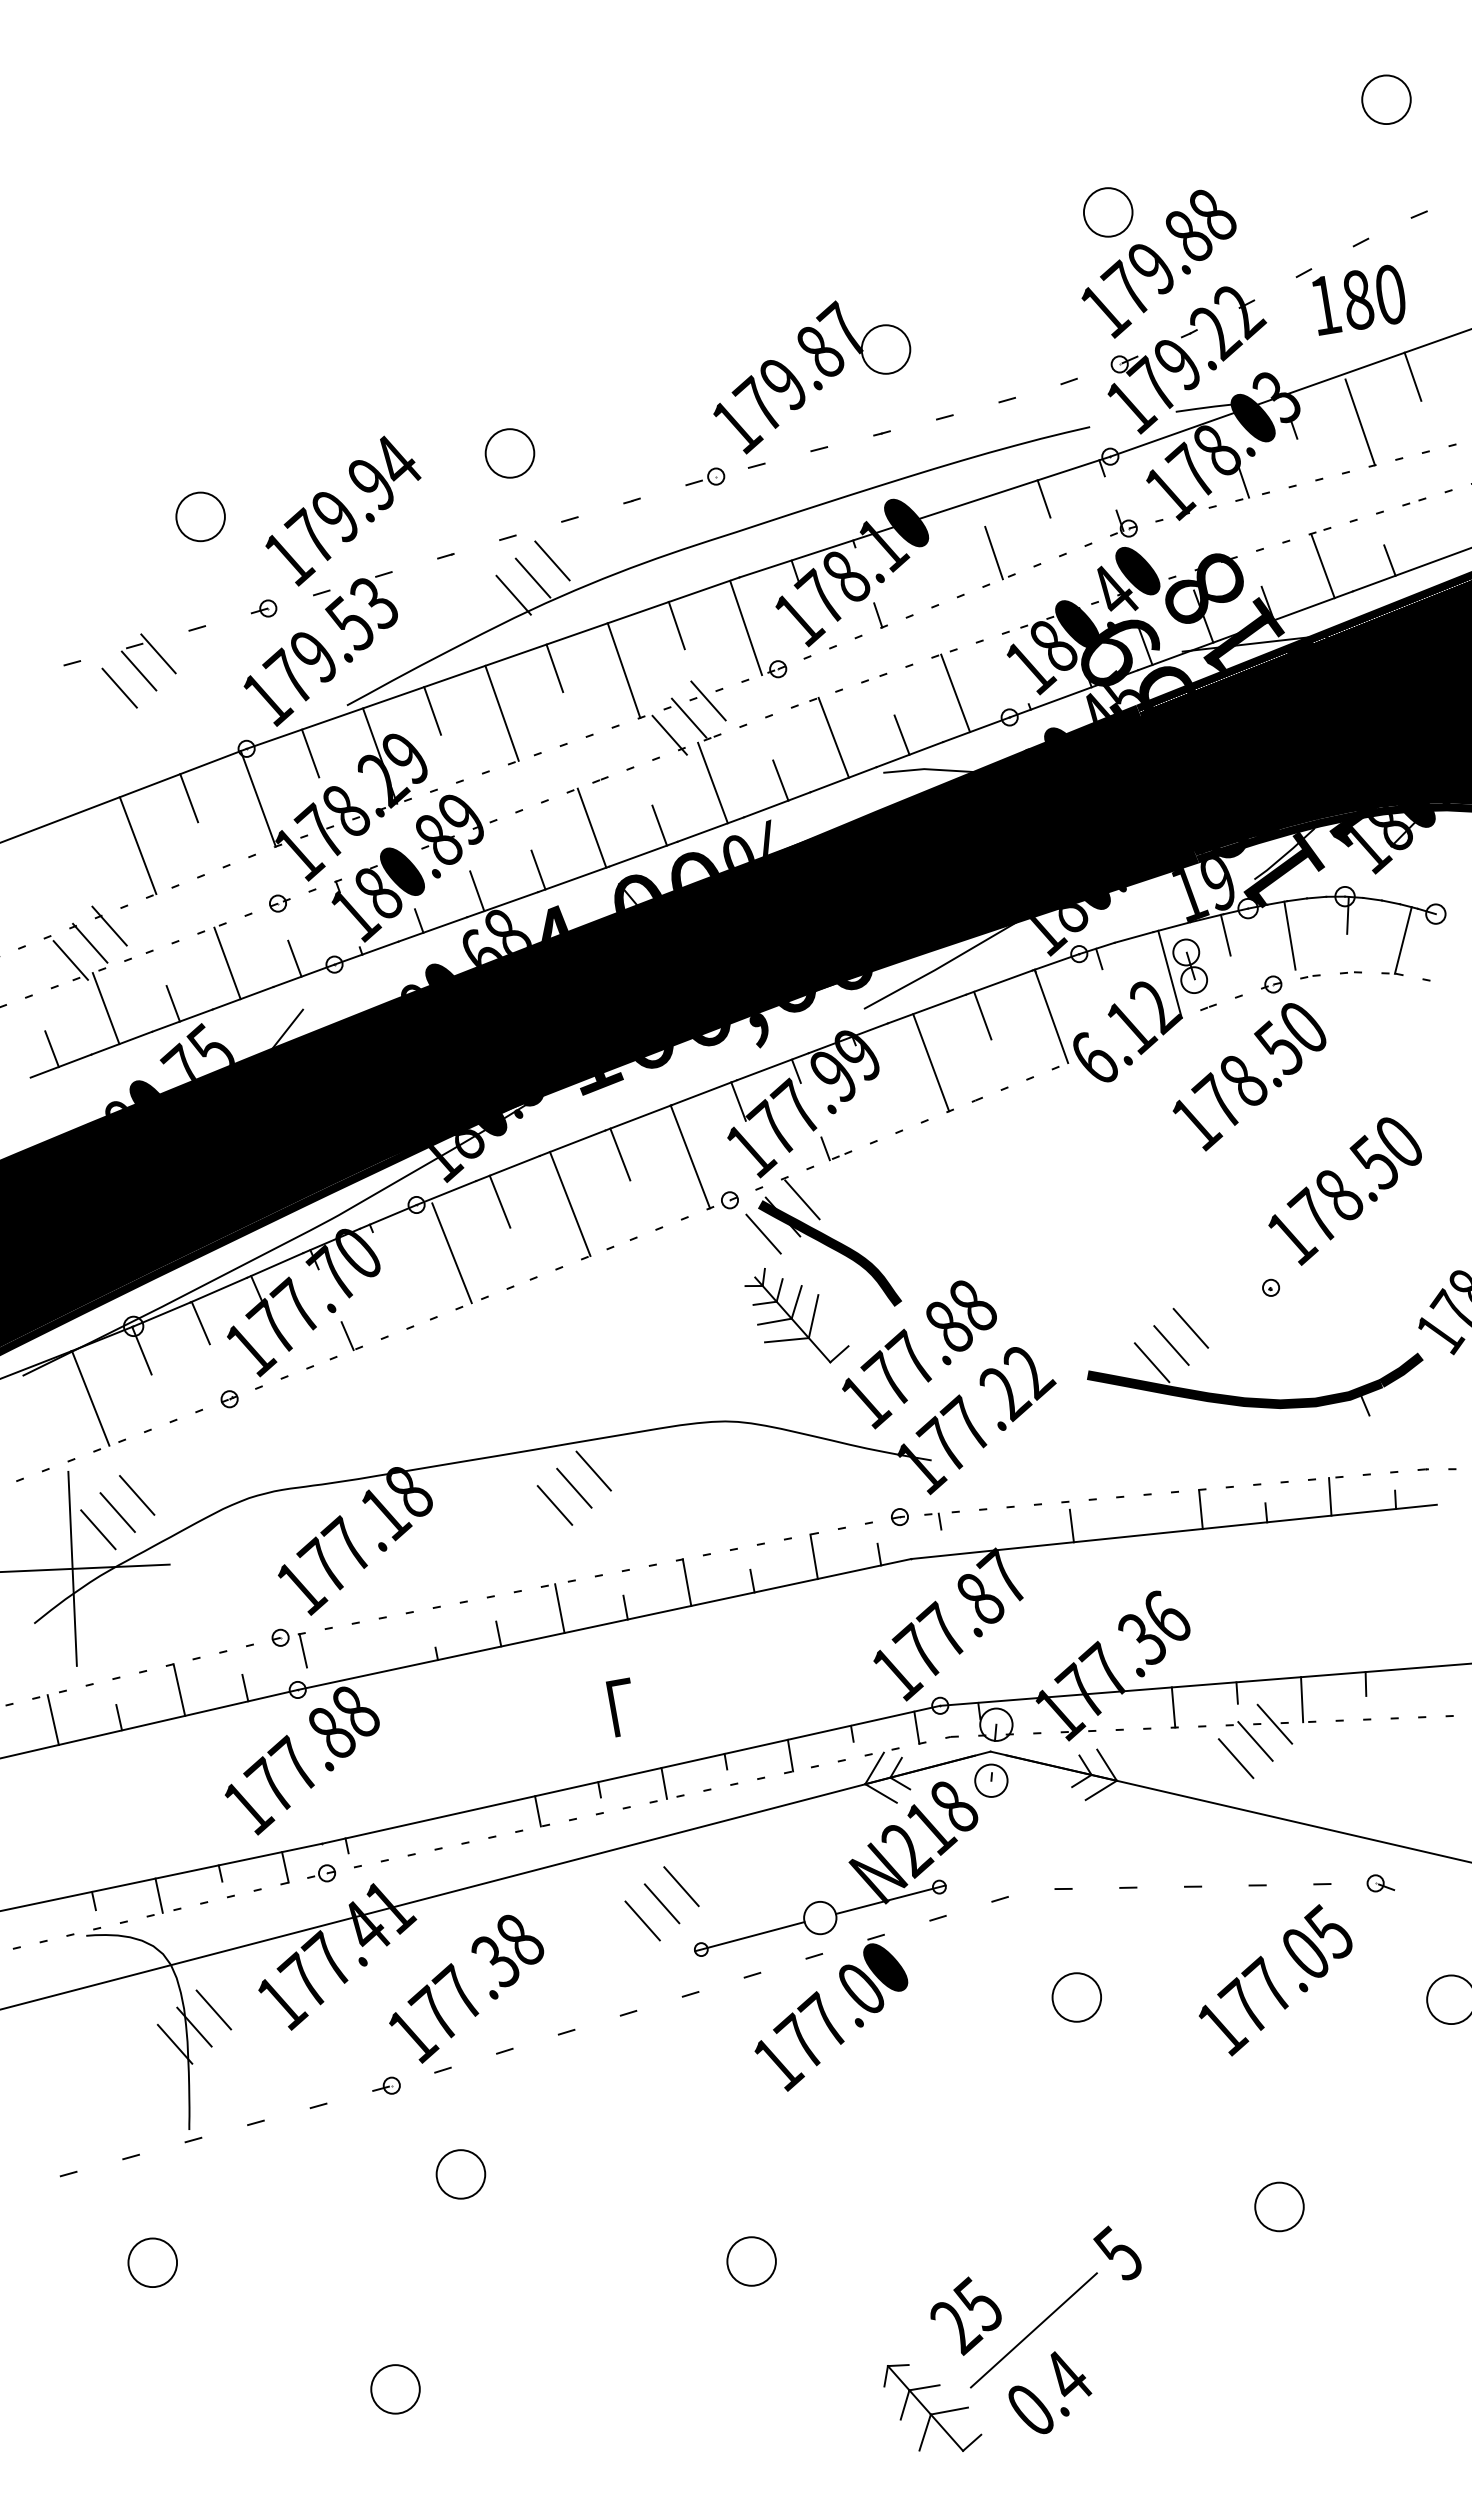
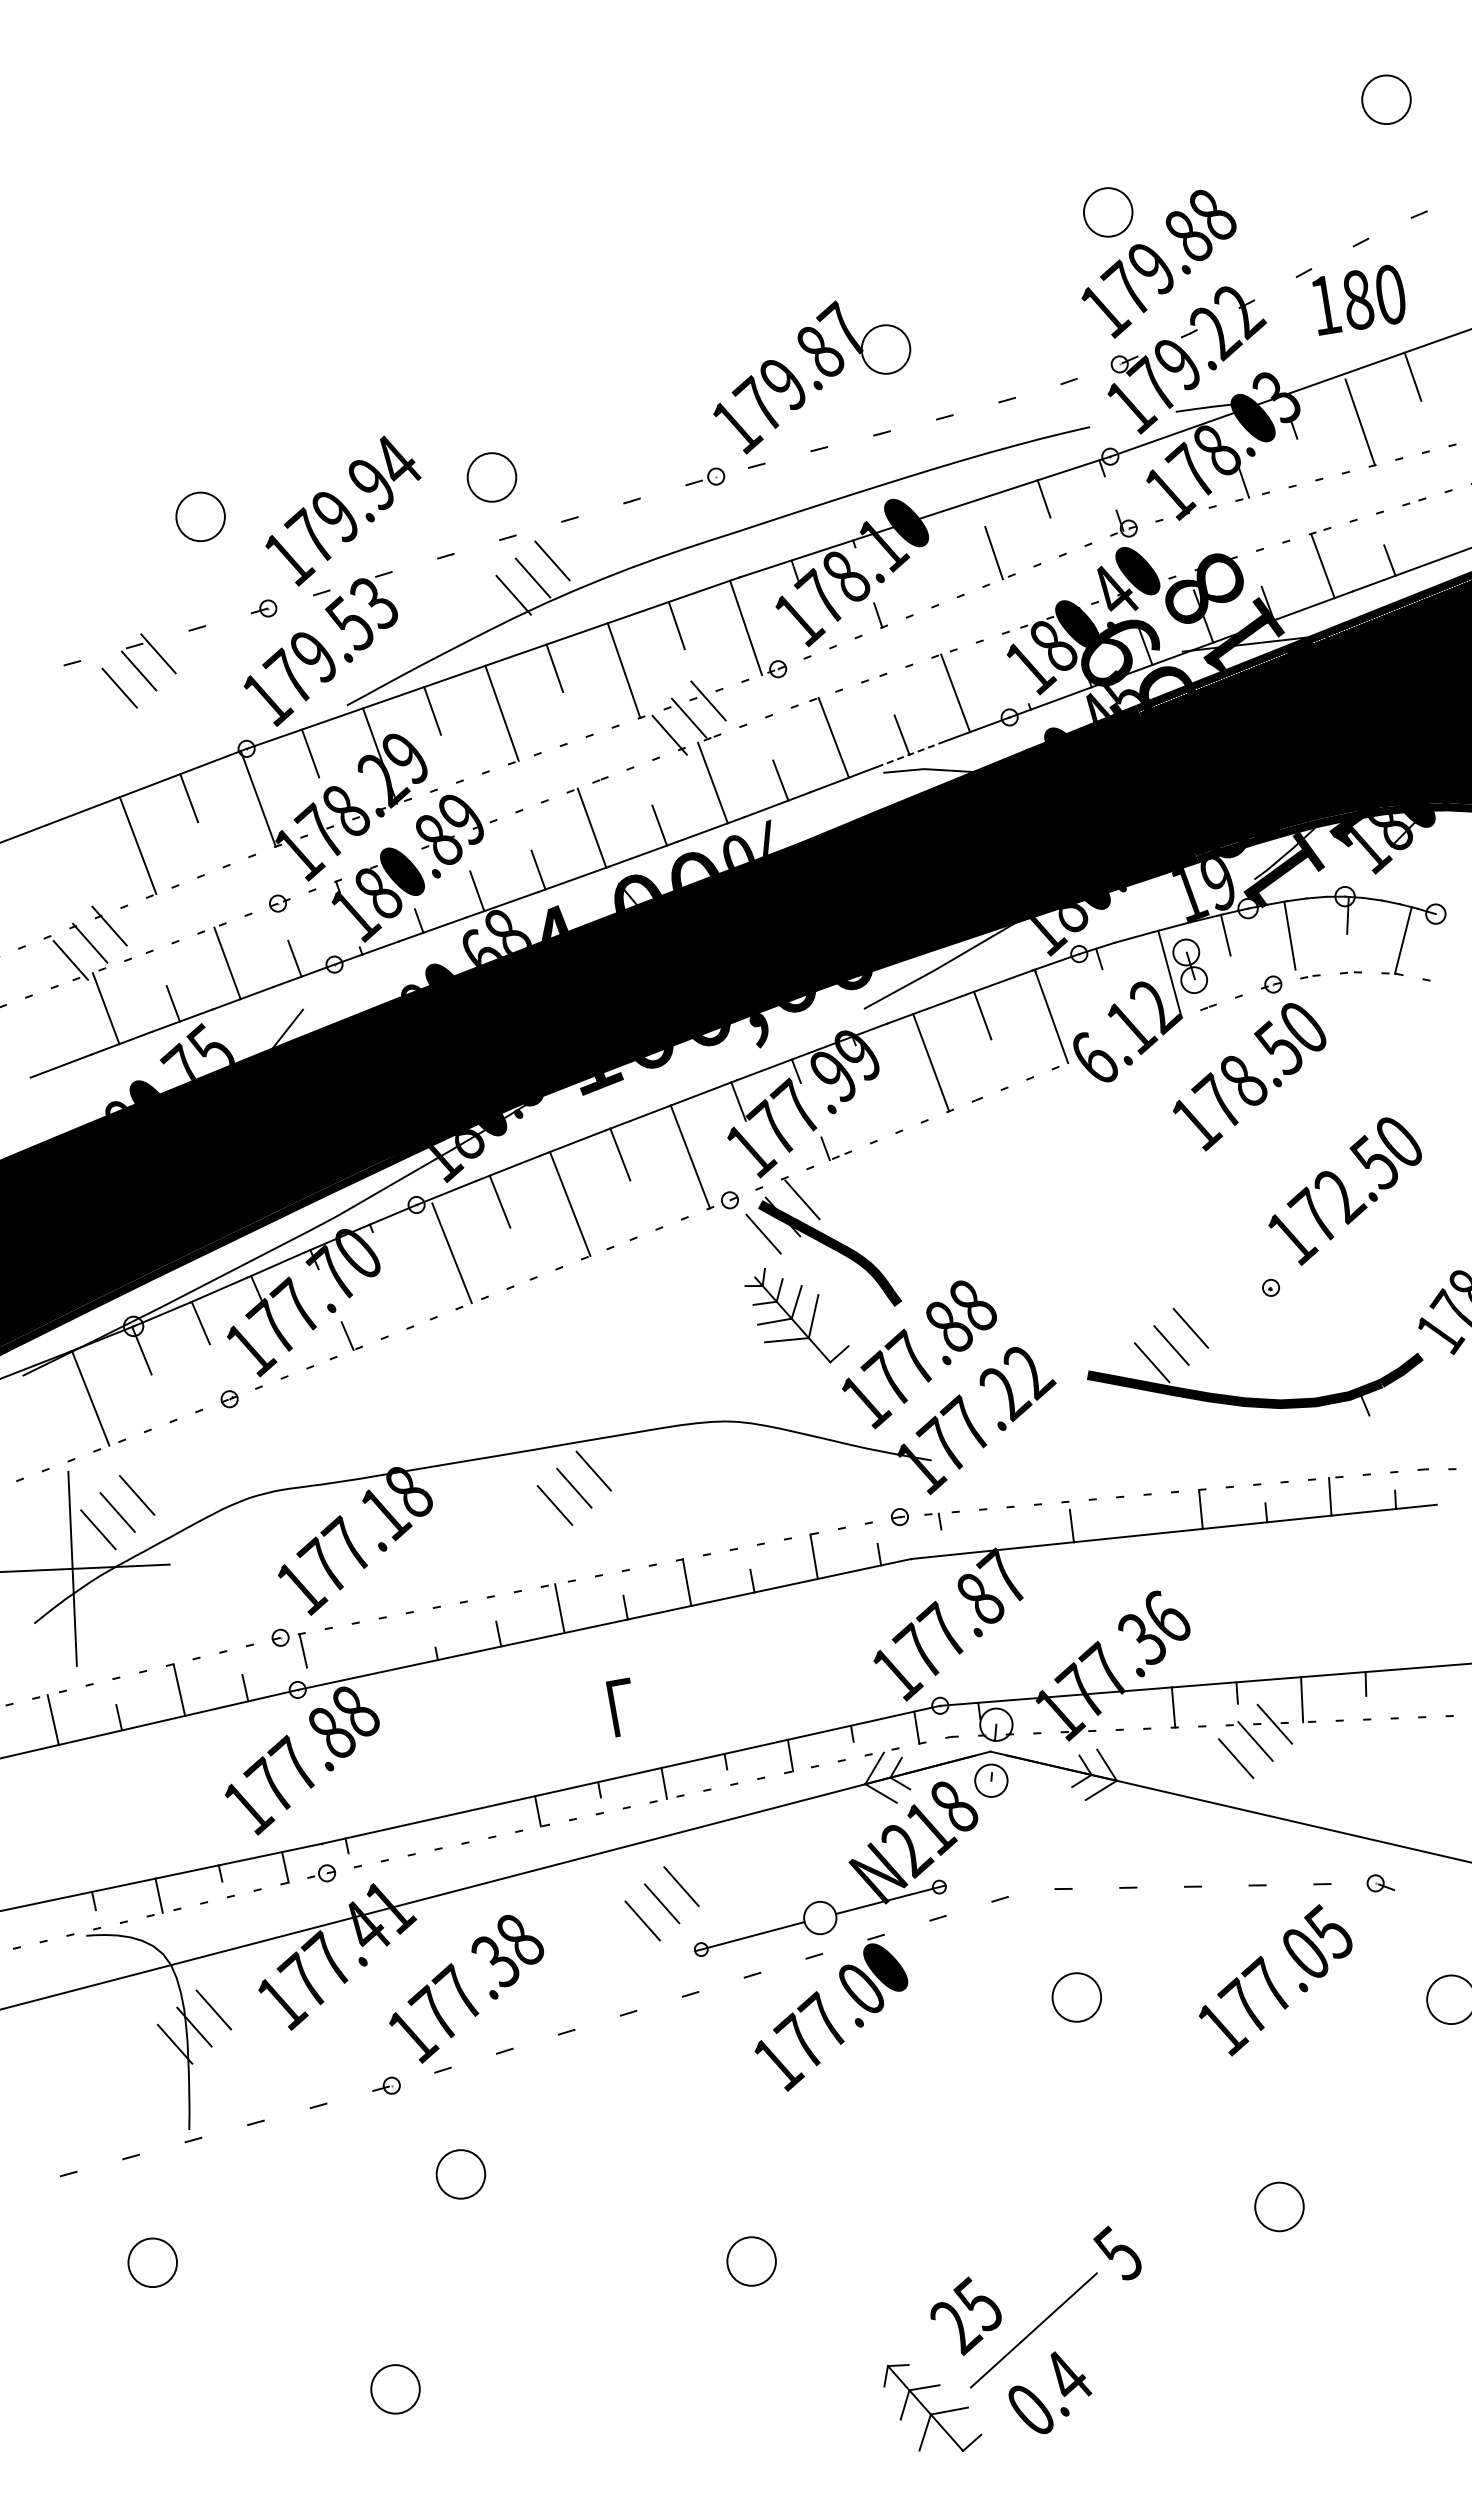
part at (509, 453) position: (509, 453) -> (491, 477)
line at (909, 754): solid -> dashed
line at (51, 1049): present -> none
text at (1340, 1197): 178.50 -> 172.50
